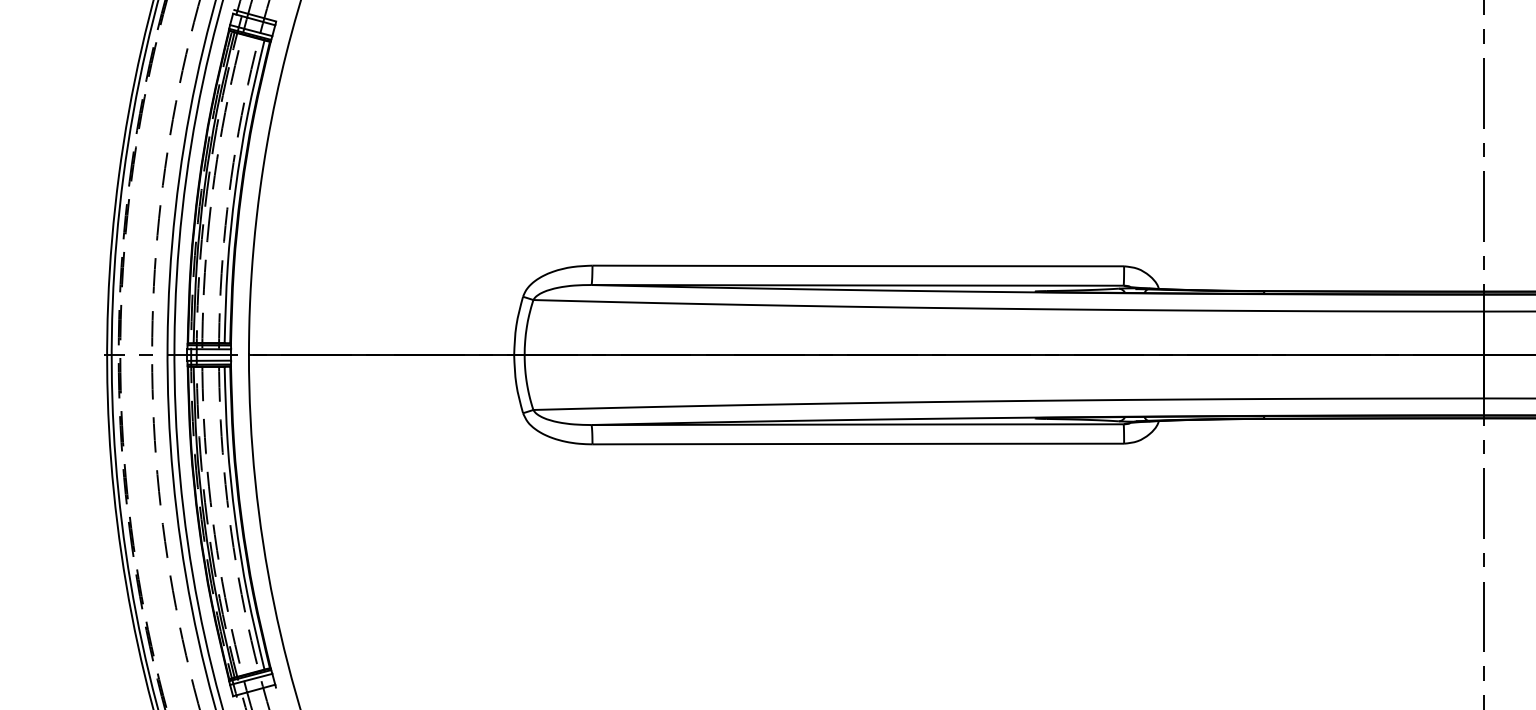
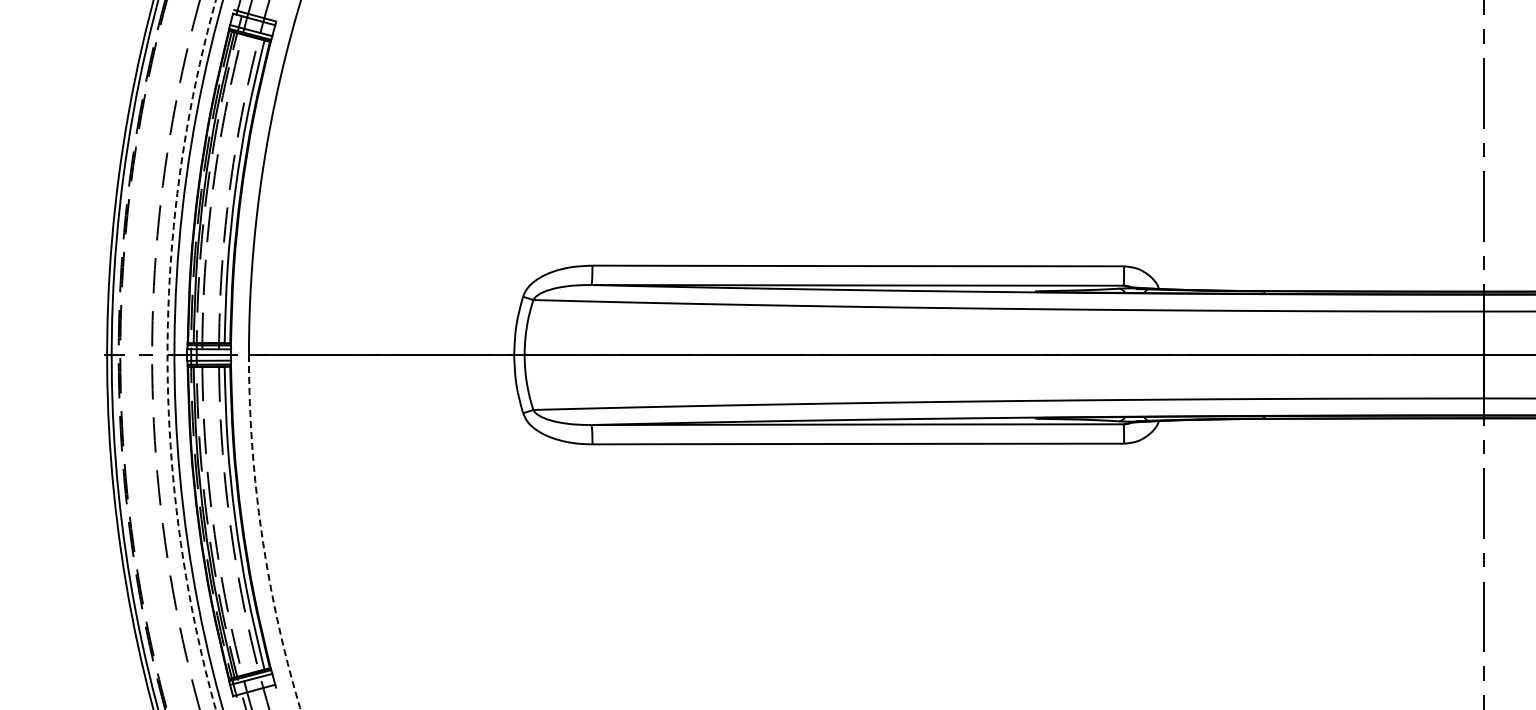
arc at (167, 354): solid -> dashed
arc at (261, 534): solid -> dashed
